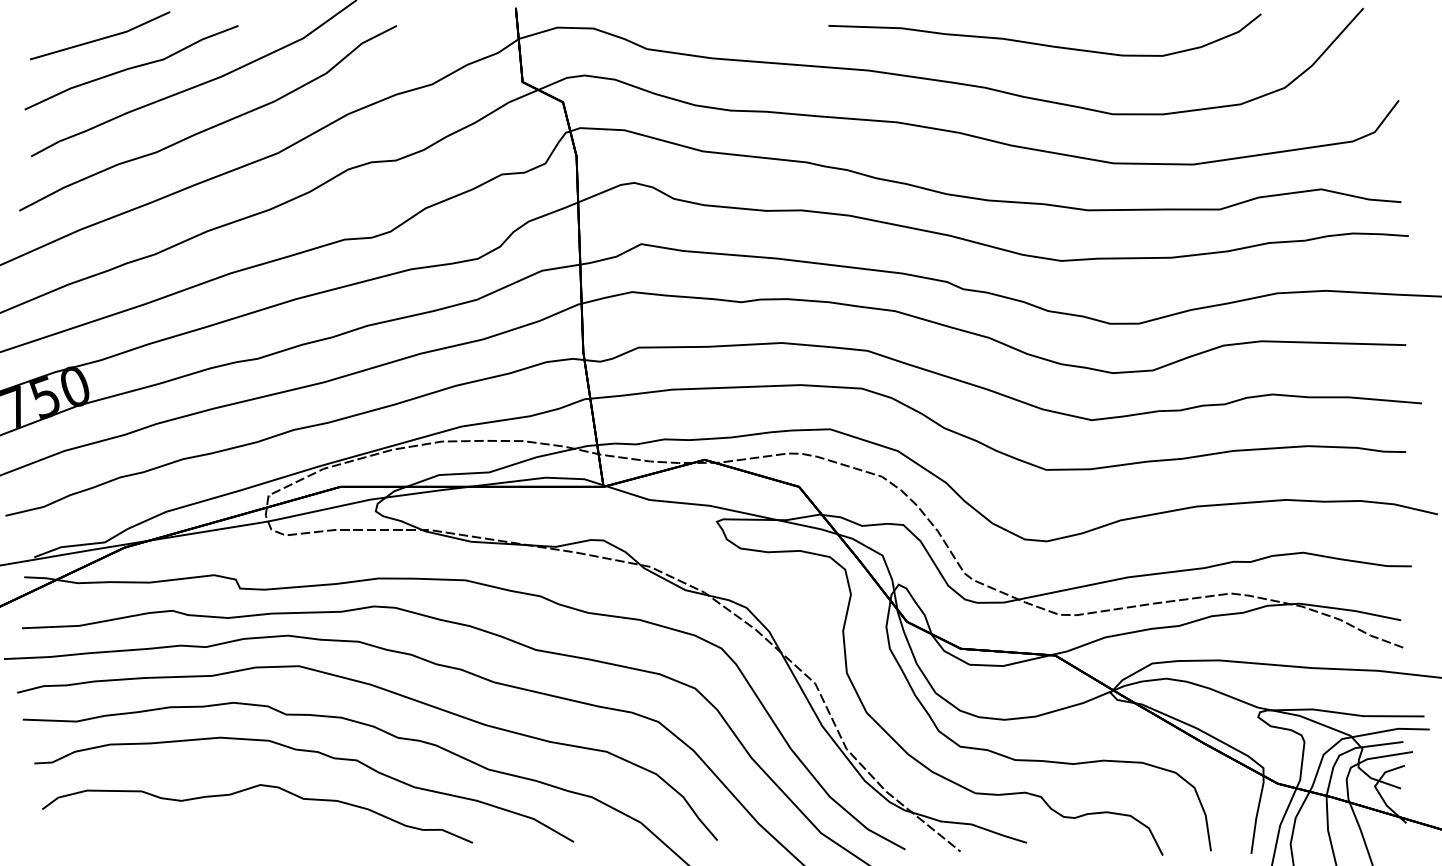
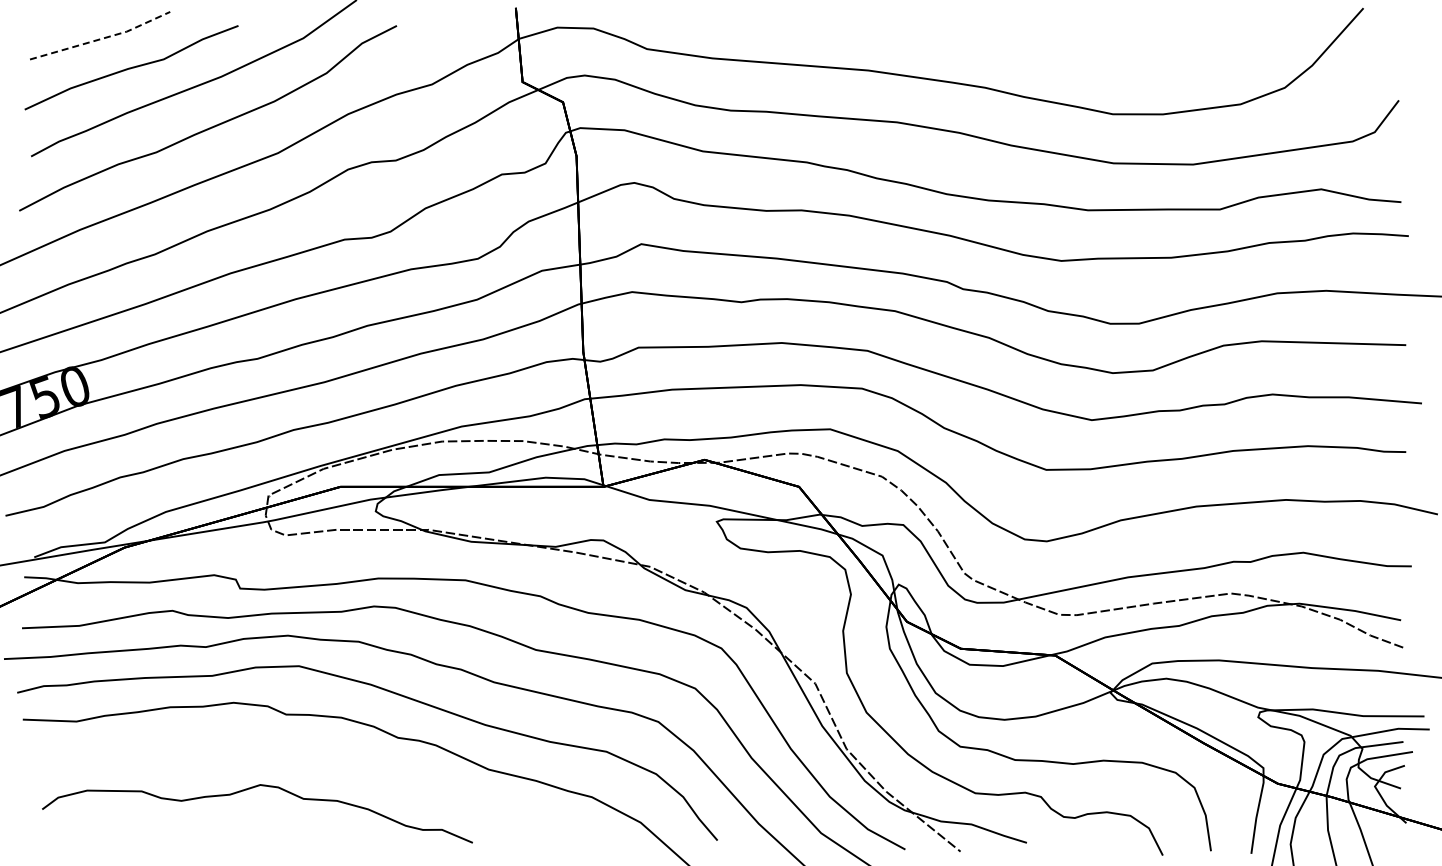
line at (101, 38): solid -> dashed
curve at (1041, 43): present -> none
curve at (310, 752): present -> none
